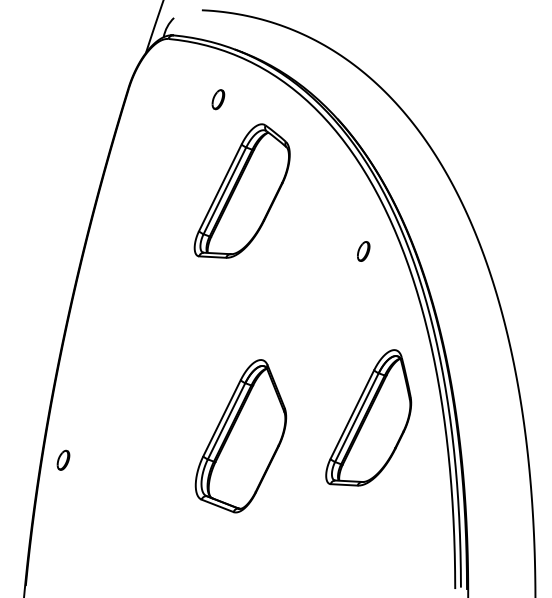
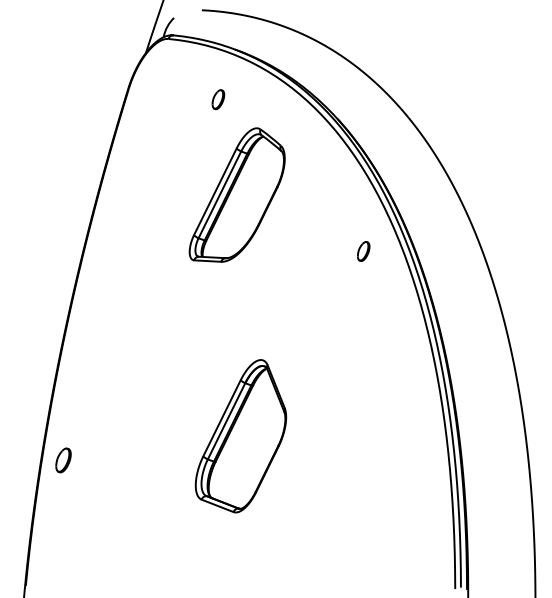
part at (241, 190) position: (241, 190) -> (236, 194)
part at (368, 417): present -> none
part at (63, 459) size: 15x22 px -> 17x27 px
